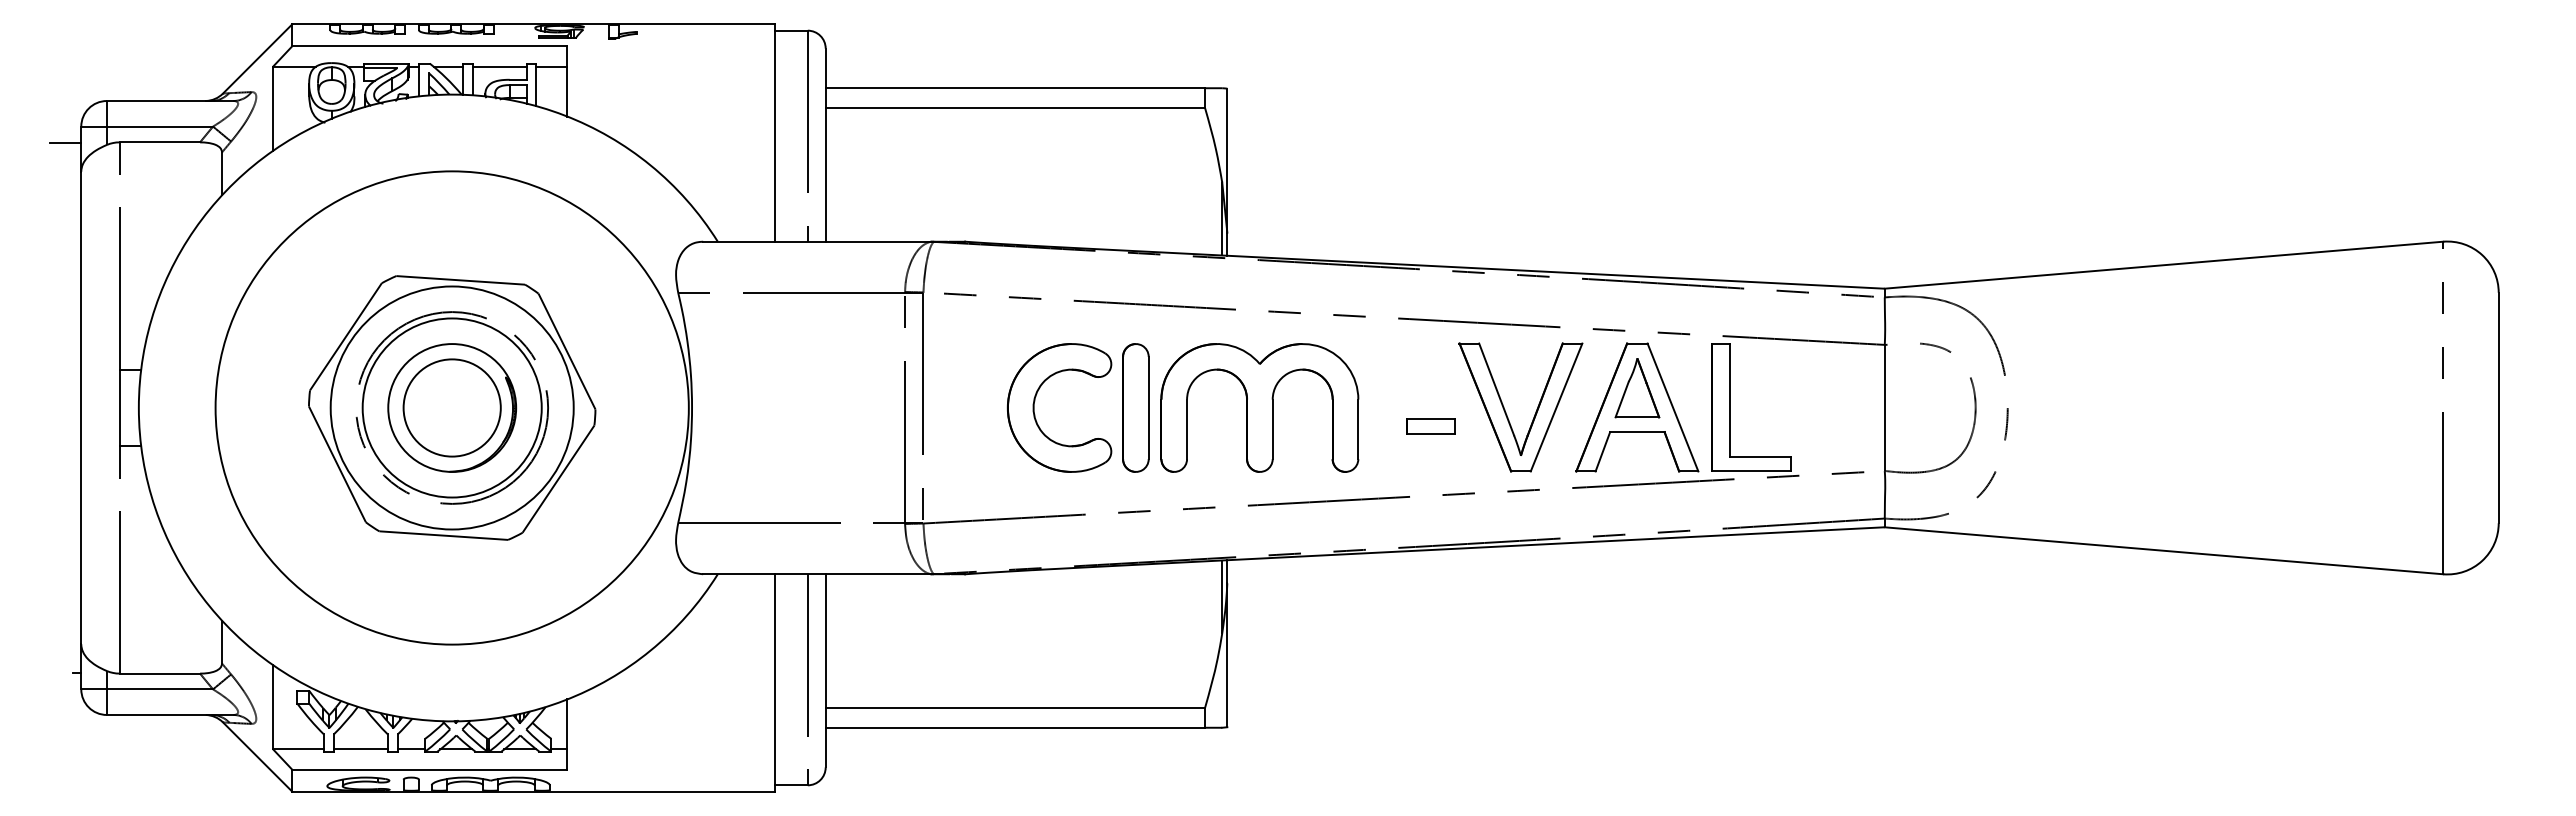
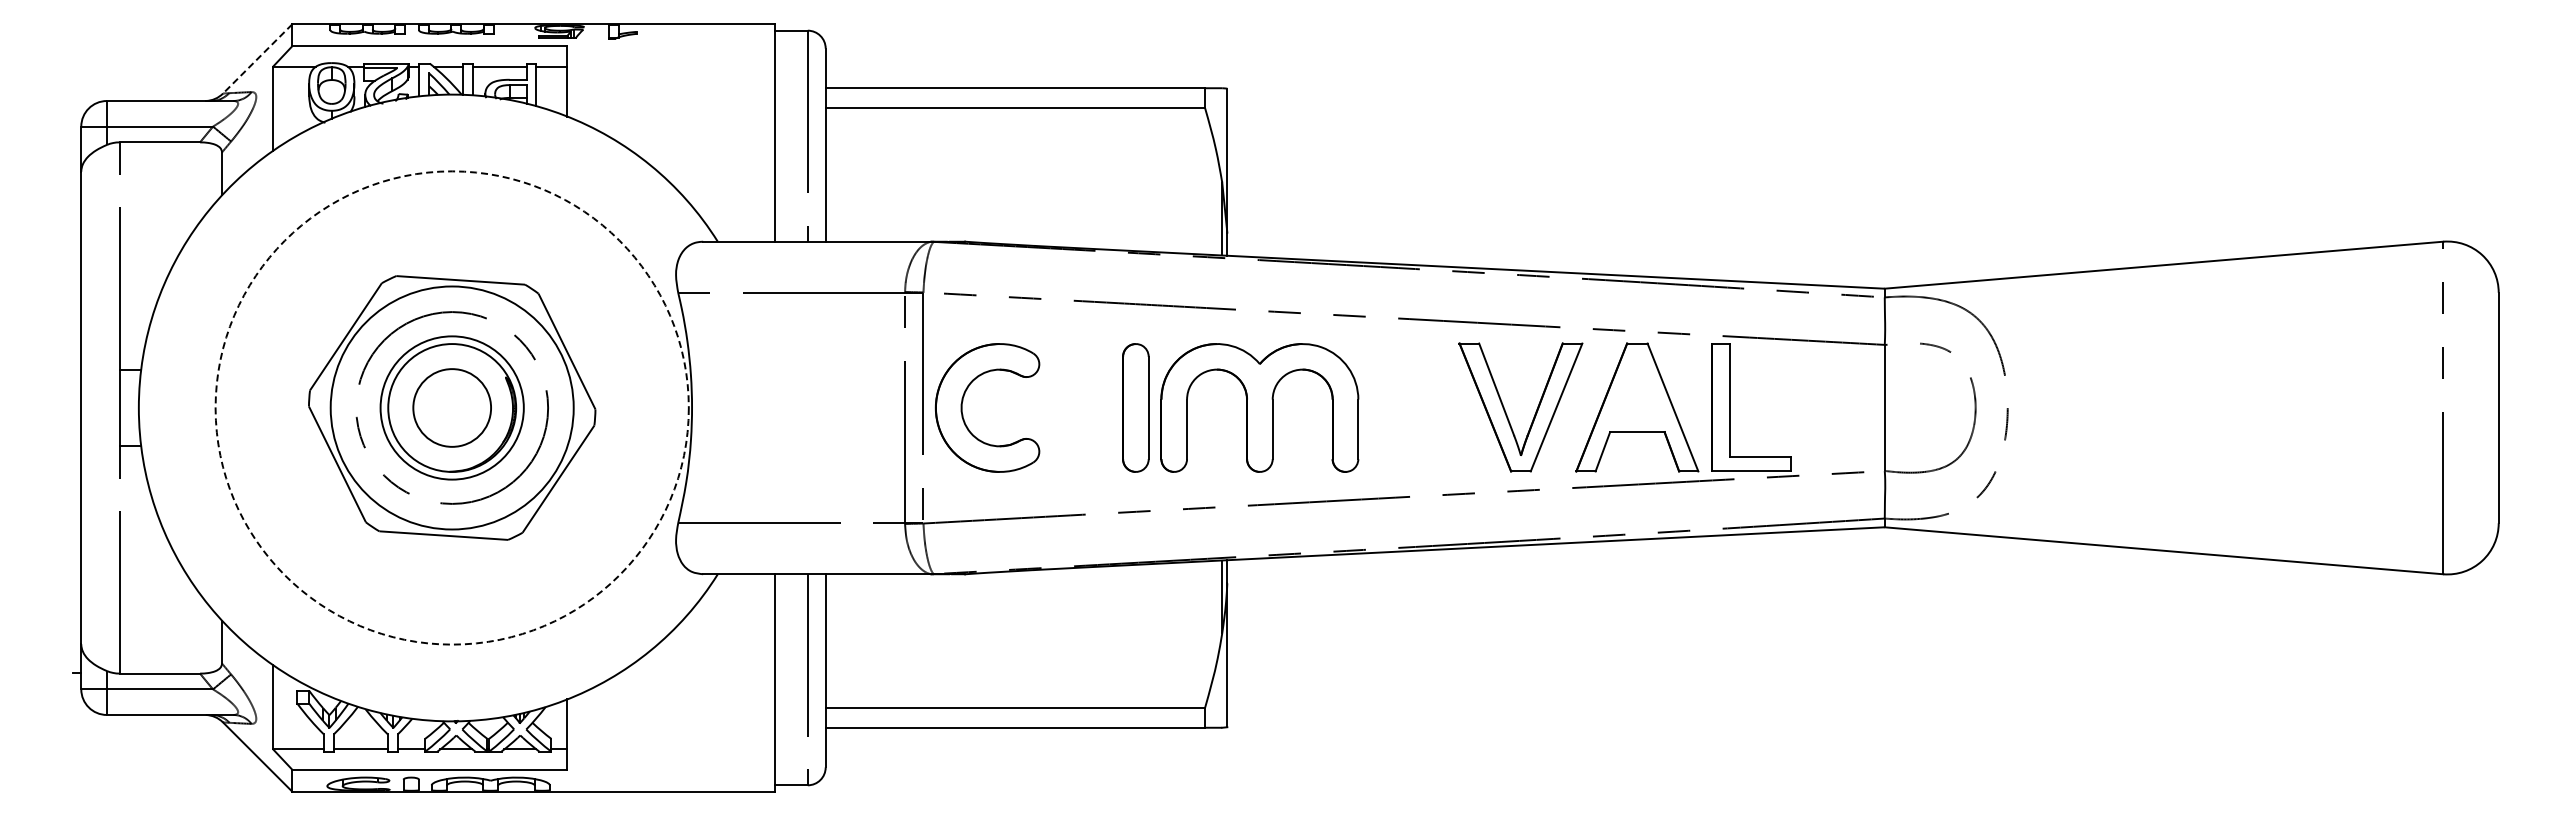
line at (257, 58): solid -> dashed
line at (65, 142): present -> none
part at (1637, 388): present -> none
part at (1035, 401) position: (1035, 401) -> (963, 401)
circle at (451, 407) diameter: 179 px -> 143 px
circle at (451, 407) diameter: 97 px -> 78 px
circle at (451, 407): solid -> dashed
part at (1430, 426): present -> none
